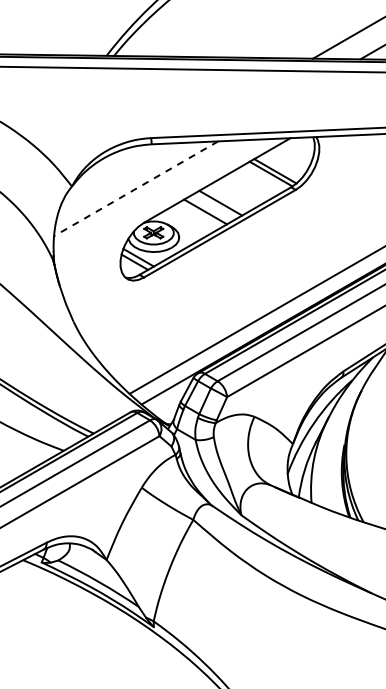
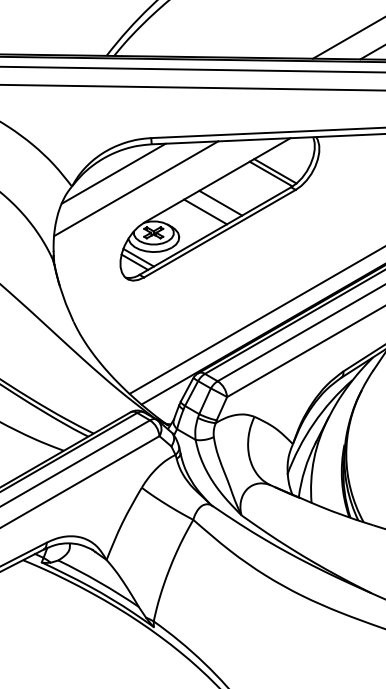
line at (192, 87): none -> present
line at (113, 173): none -> present
line at (136, 188): dashed -> solid
